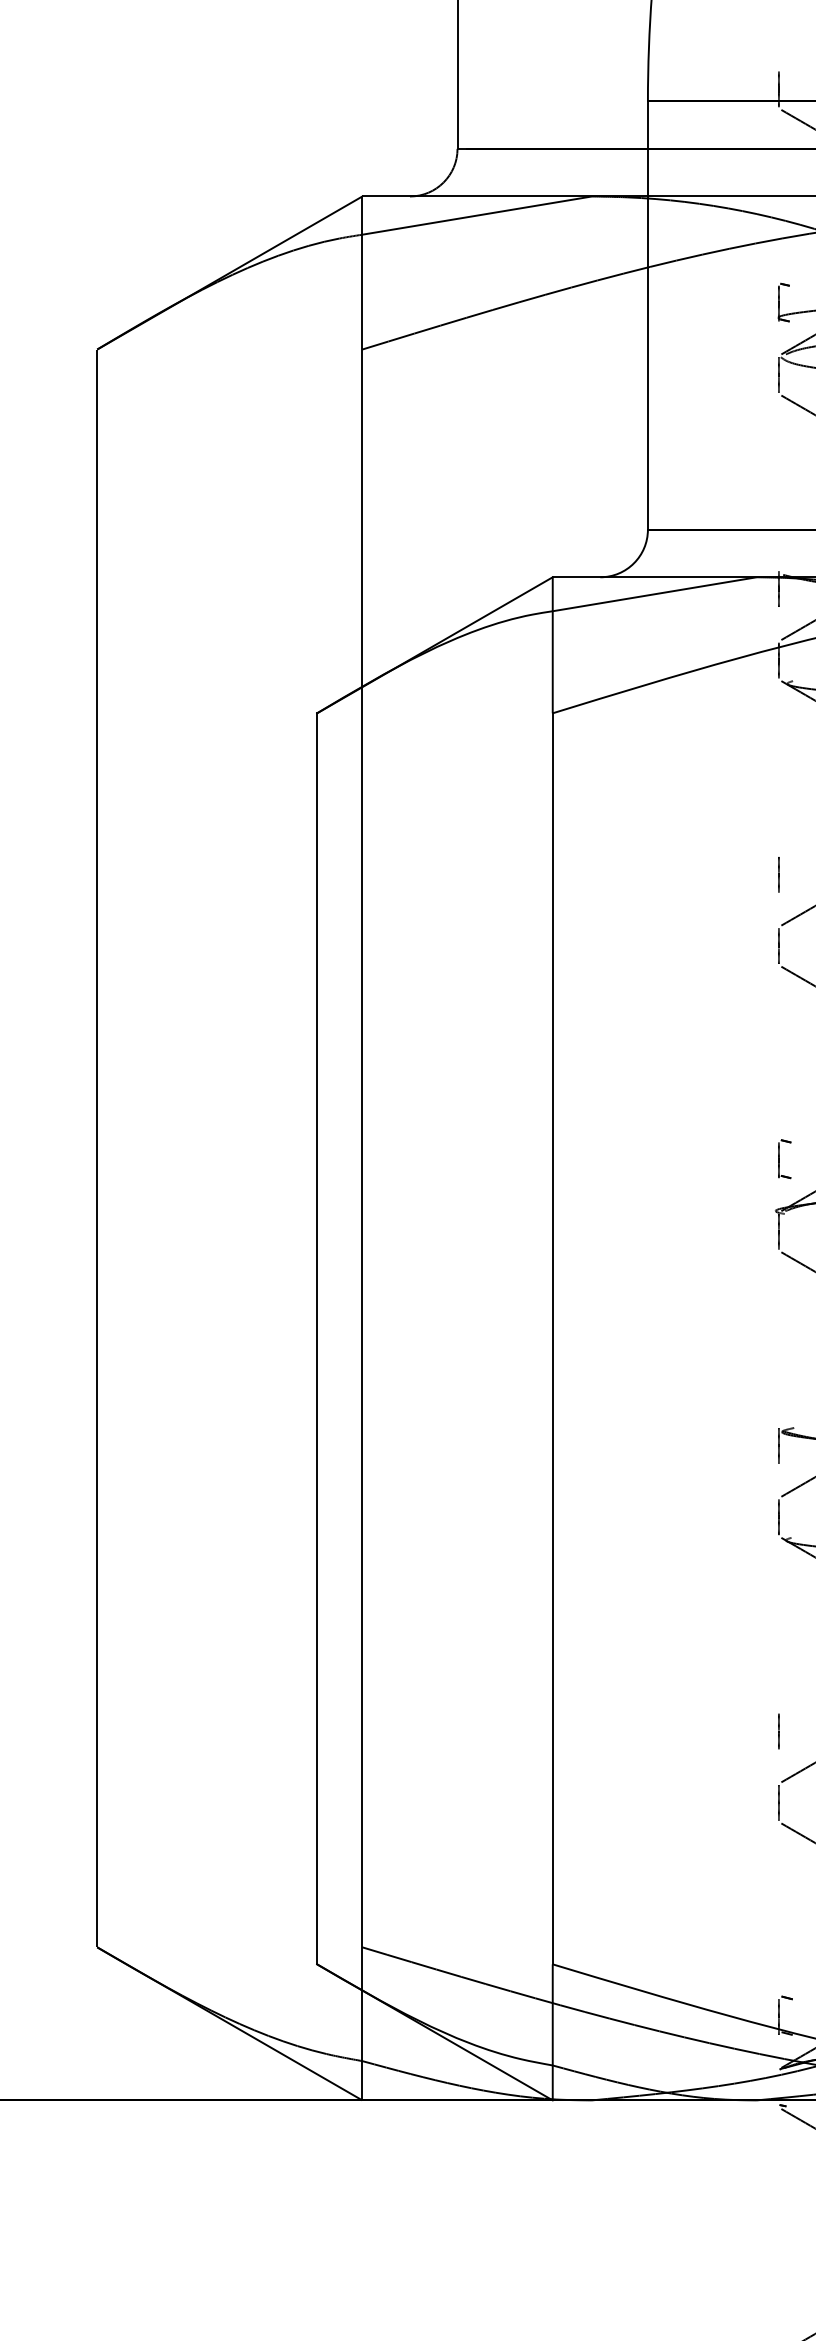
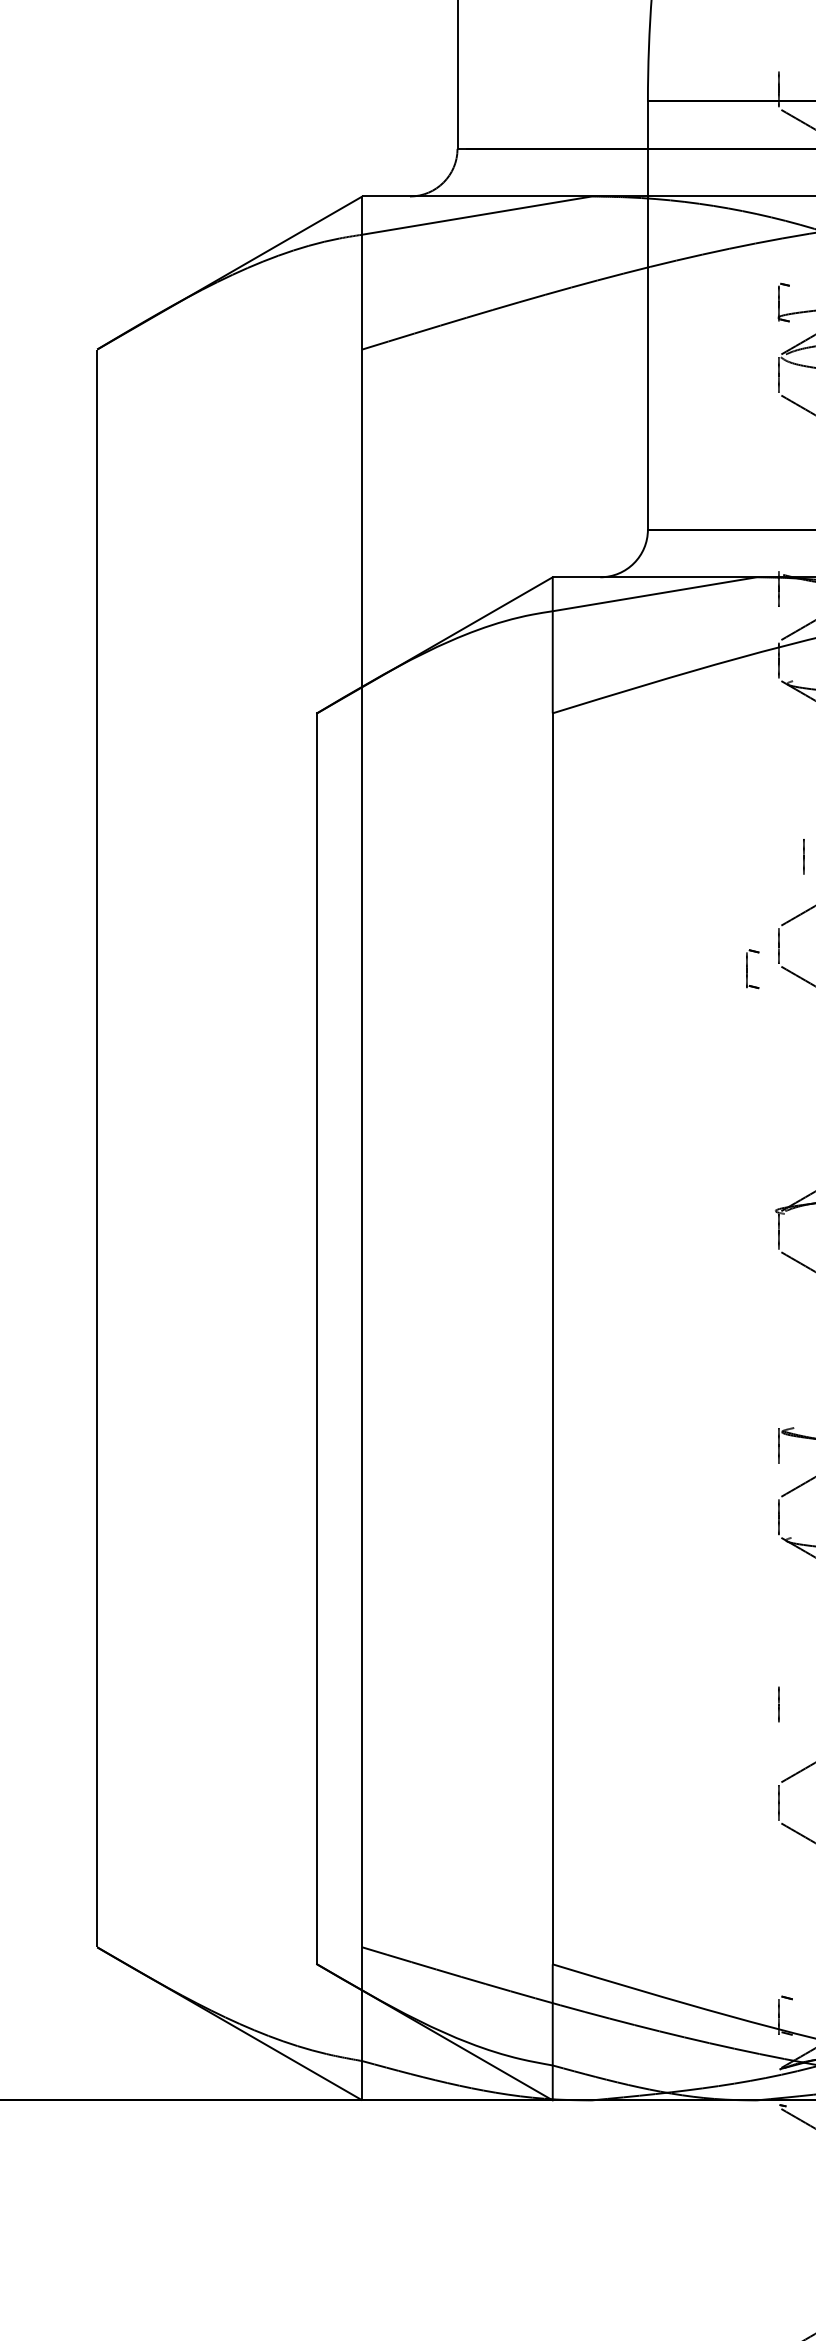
line at (778, 874) position: (778, 874) -> (803, 856)
part at (784, 1159) position: (784, 1159) -> (752, 969)
line at (778, 1731) position: (778, 1731) -> (778, 1704)
